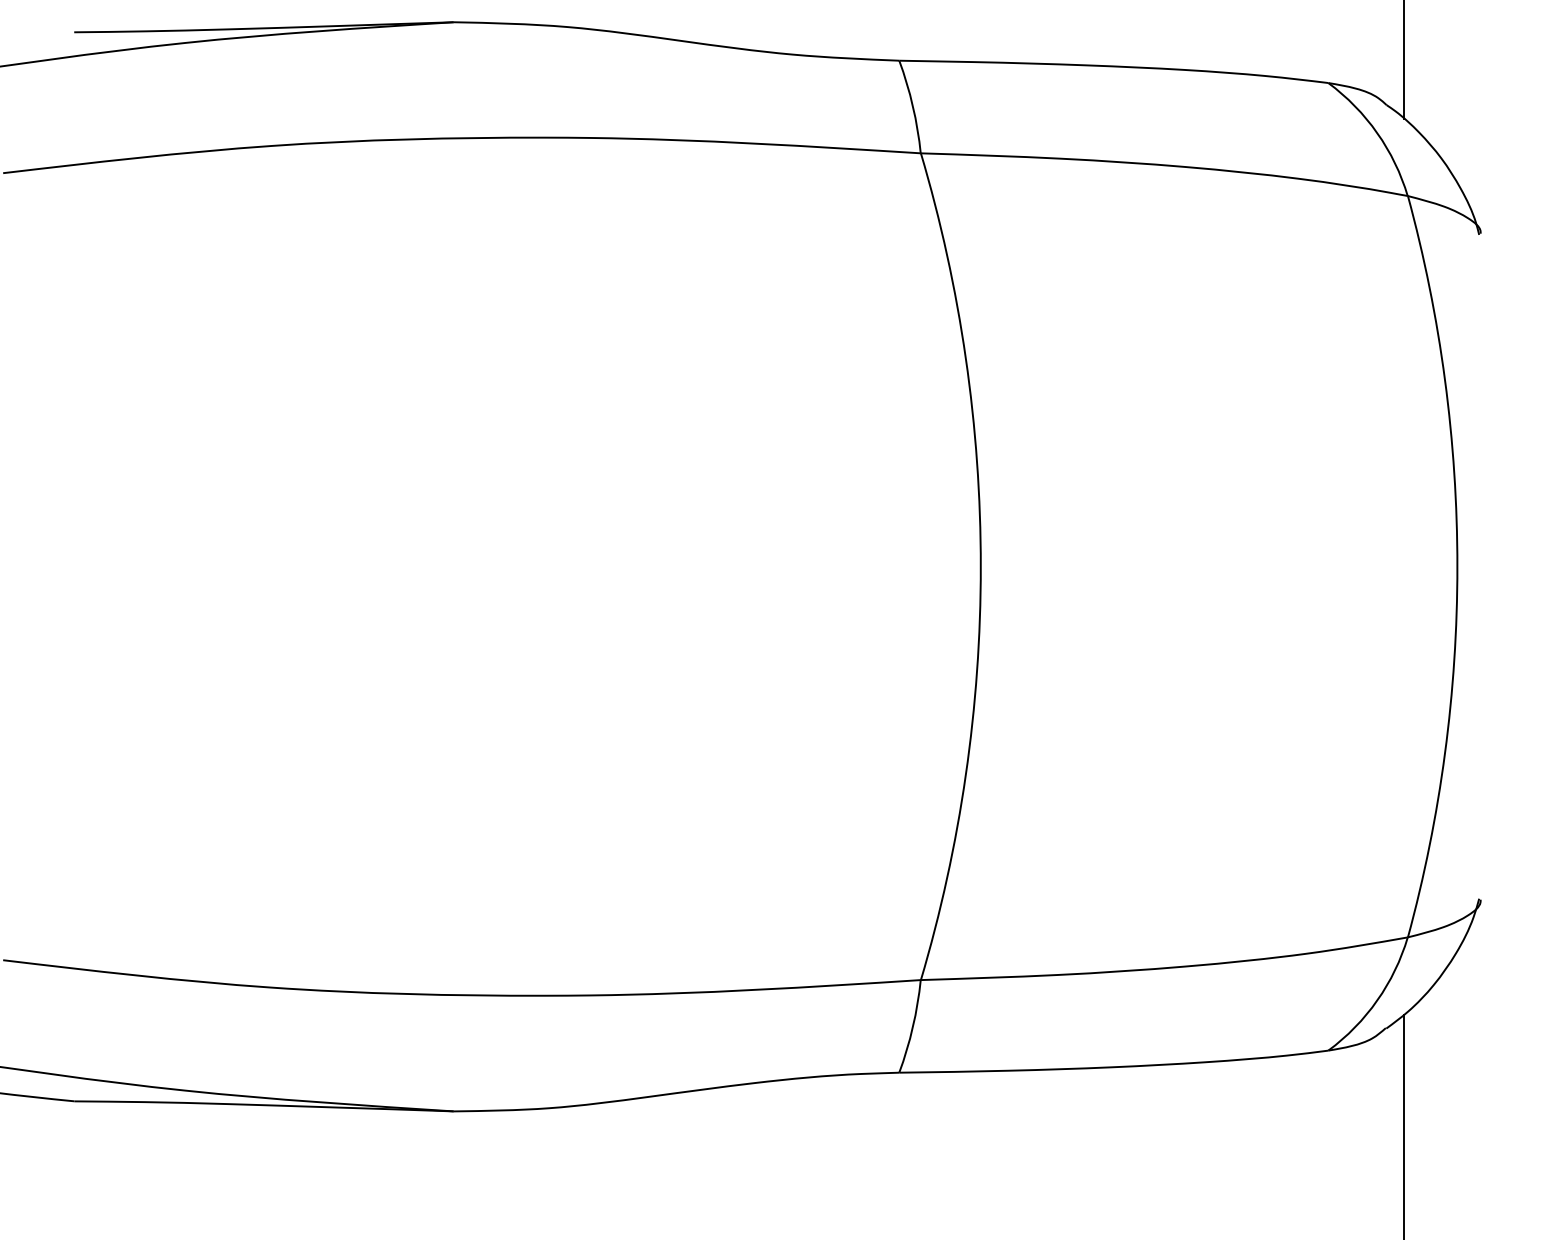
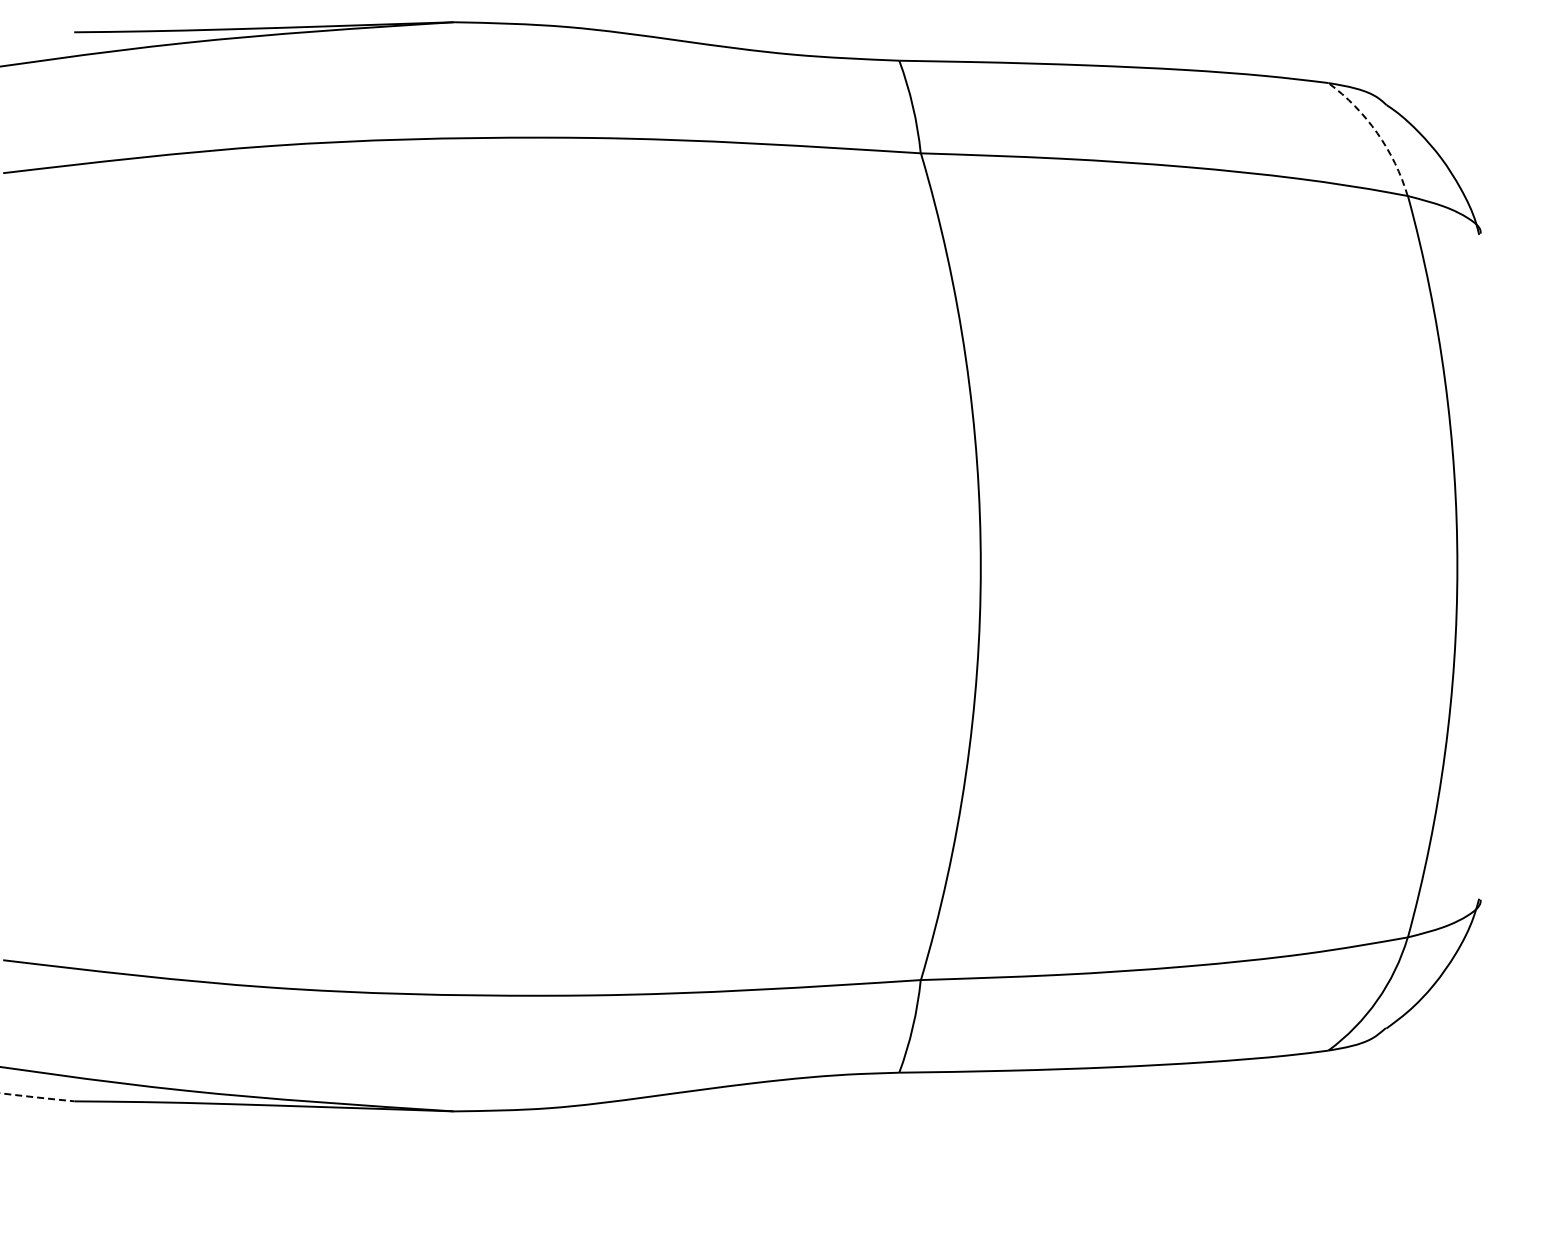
line at (1404, 60): present -> none
arc at (1377, 133): solid -> dashed
arc at (37, 1097): solid -> dashed
line at (1404, 1125): present -> none
